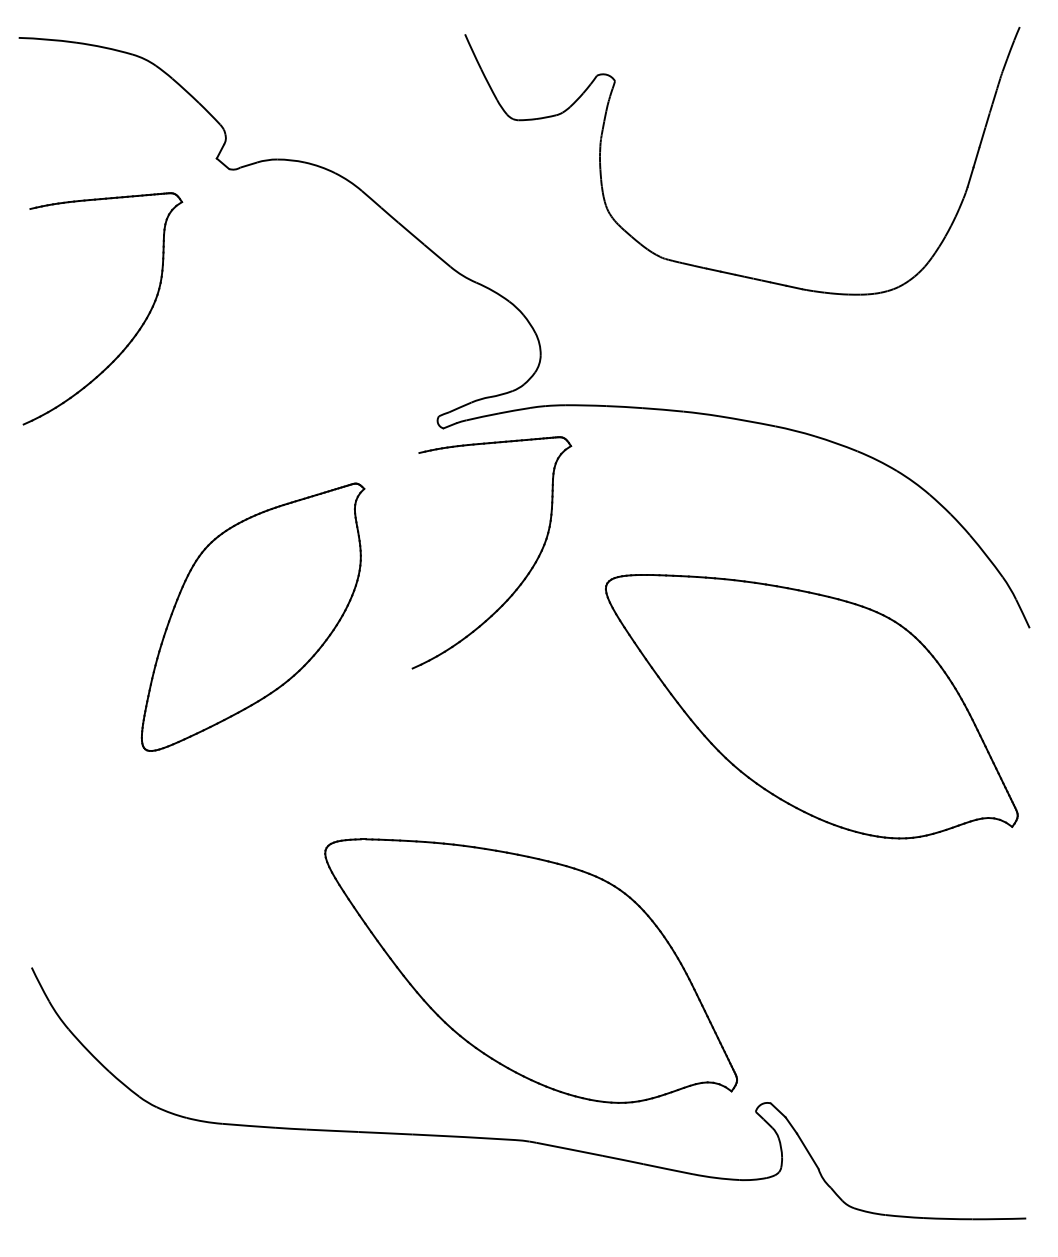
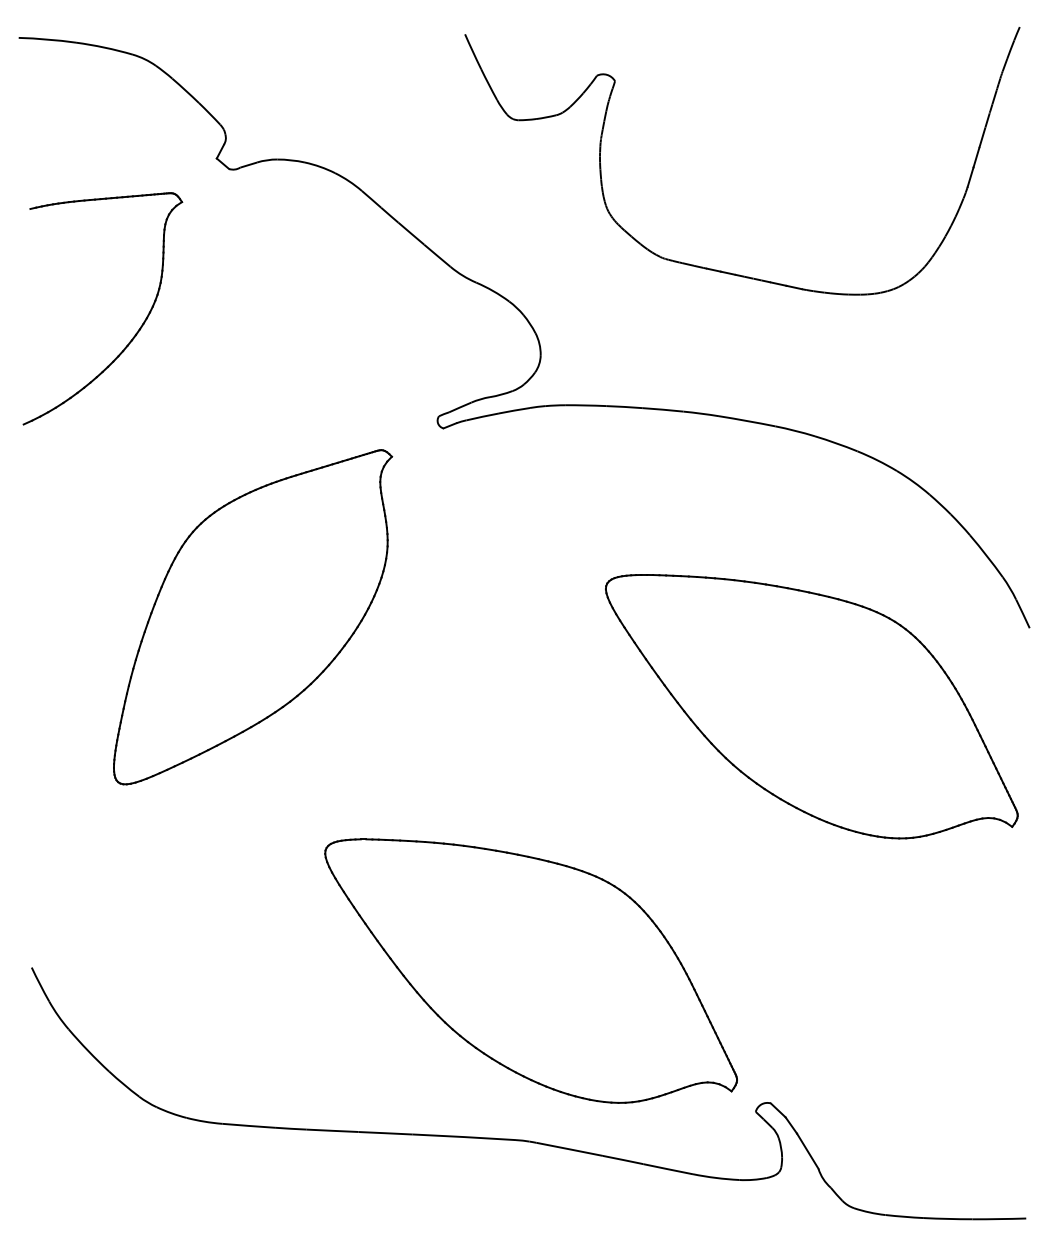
part at (526, 574): present -> none
part at (252, 616) size: 226x270 px -> 281x337 px
